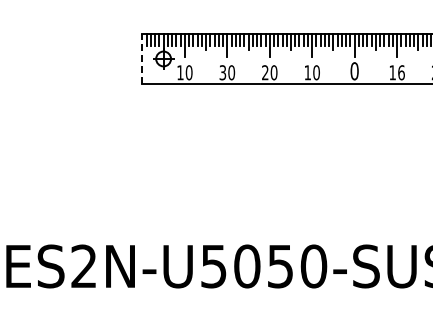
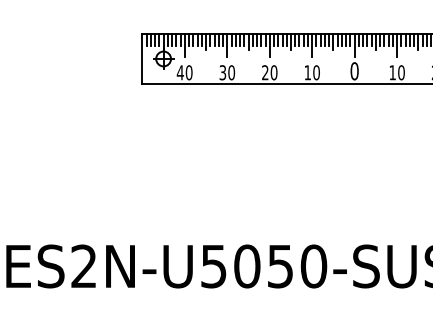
line at (142, 58): dashed -> solid
text at (179, 72): 10 -> 40
text at (401, 72): 16 -> 10
